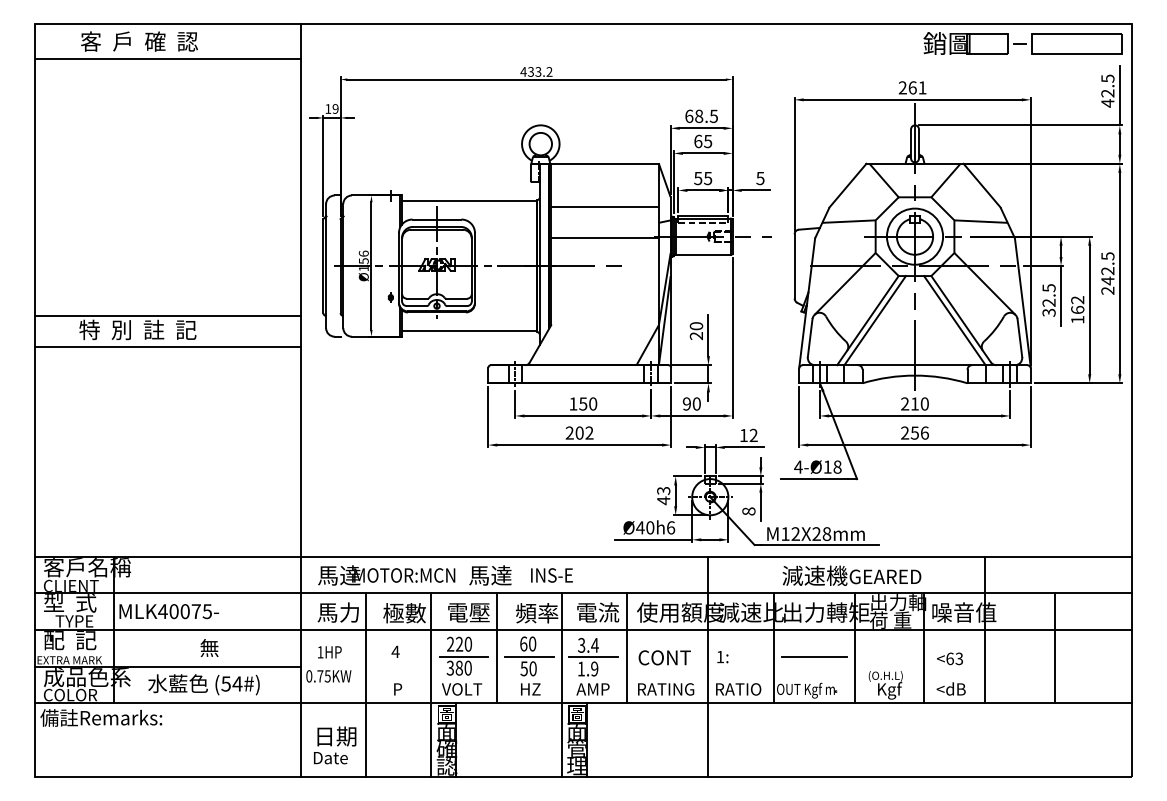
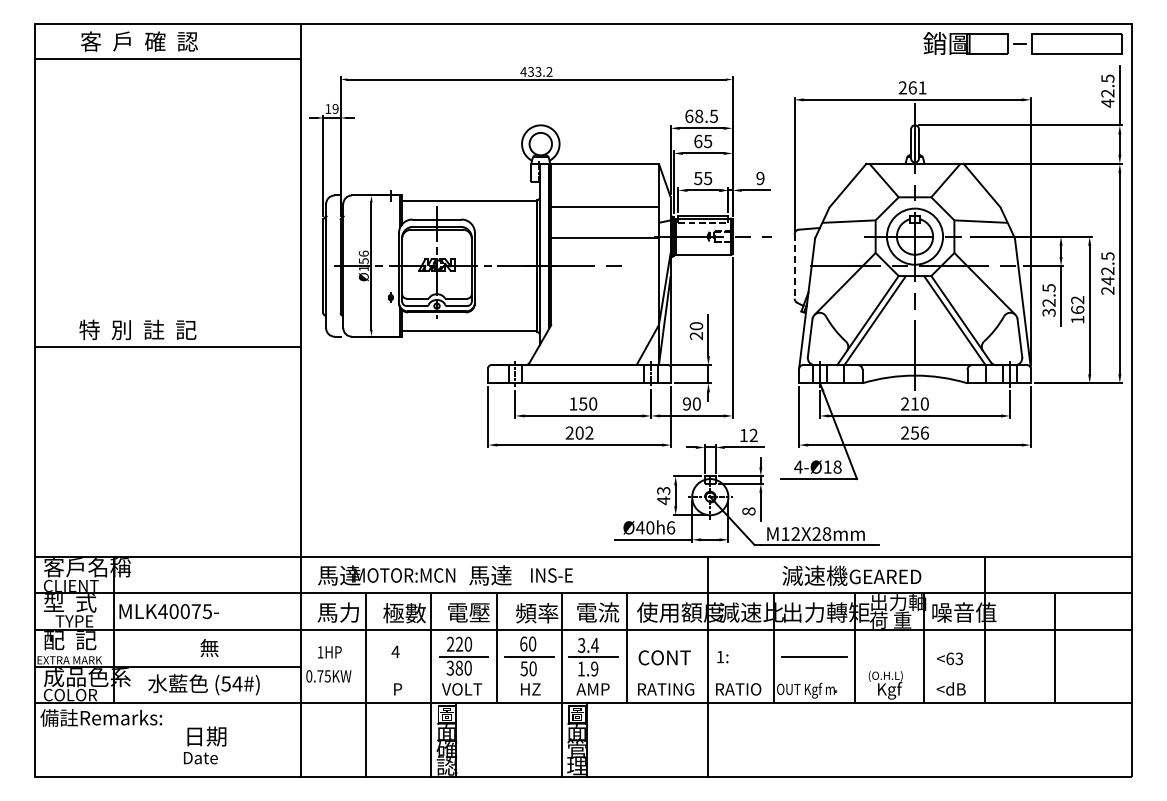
text at (760, 177): 5 -> 9
line at (794, 266): solid -> dashed
line at (168, 316): present -> none
text at (335, 745) position: (335, 745) -> (205, 745)
